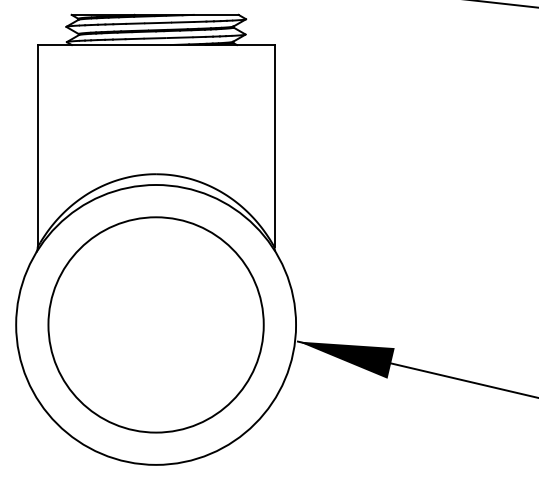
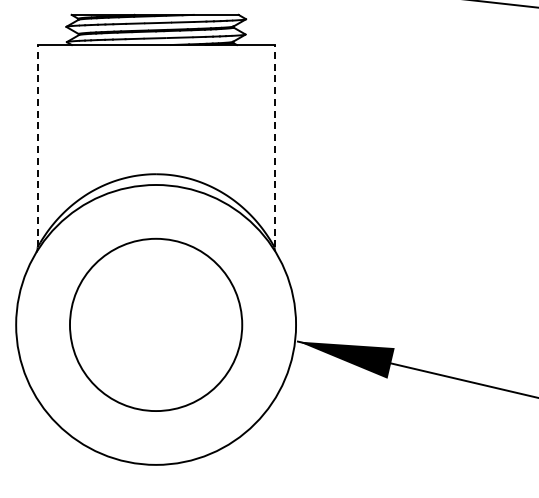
line at (37, 145): solid -> dashed
line at (274, 145): solid -> dashed
circle at (155, 324) diameter: 215 px -> 172 px
